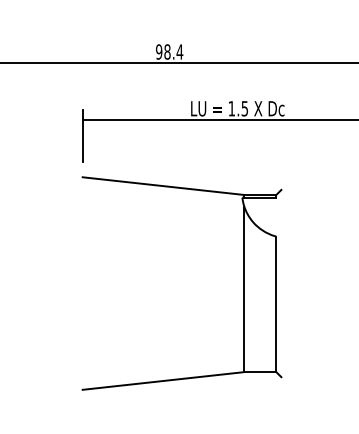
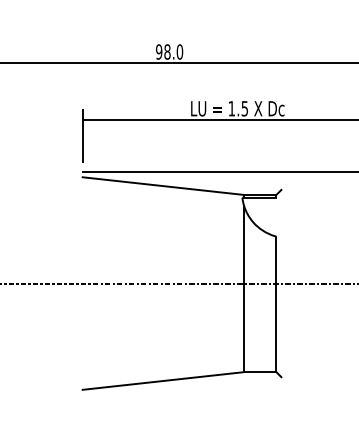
text at (179, 51): 98.4 -> 98.0
line at (218, 172): none -> present
line at (178, 283): none -> present
